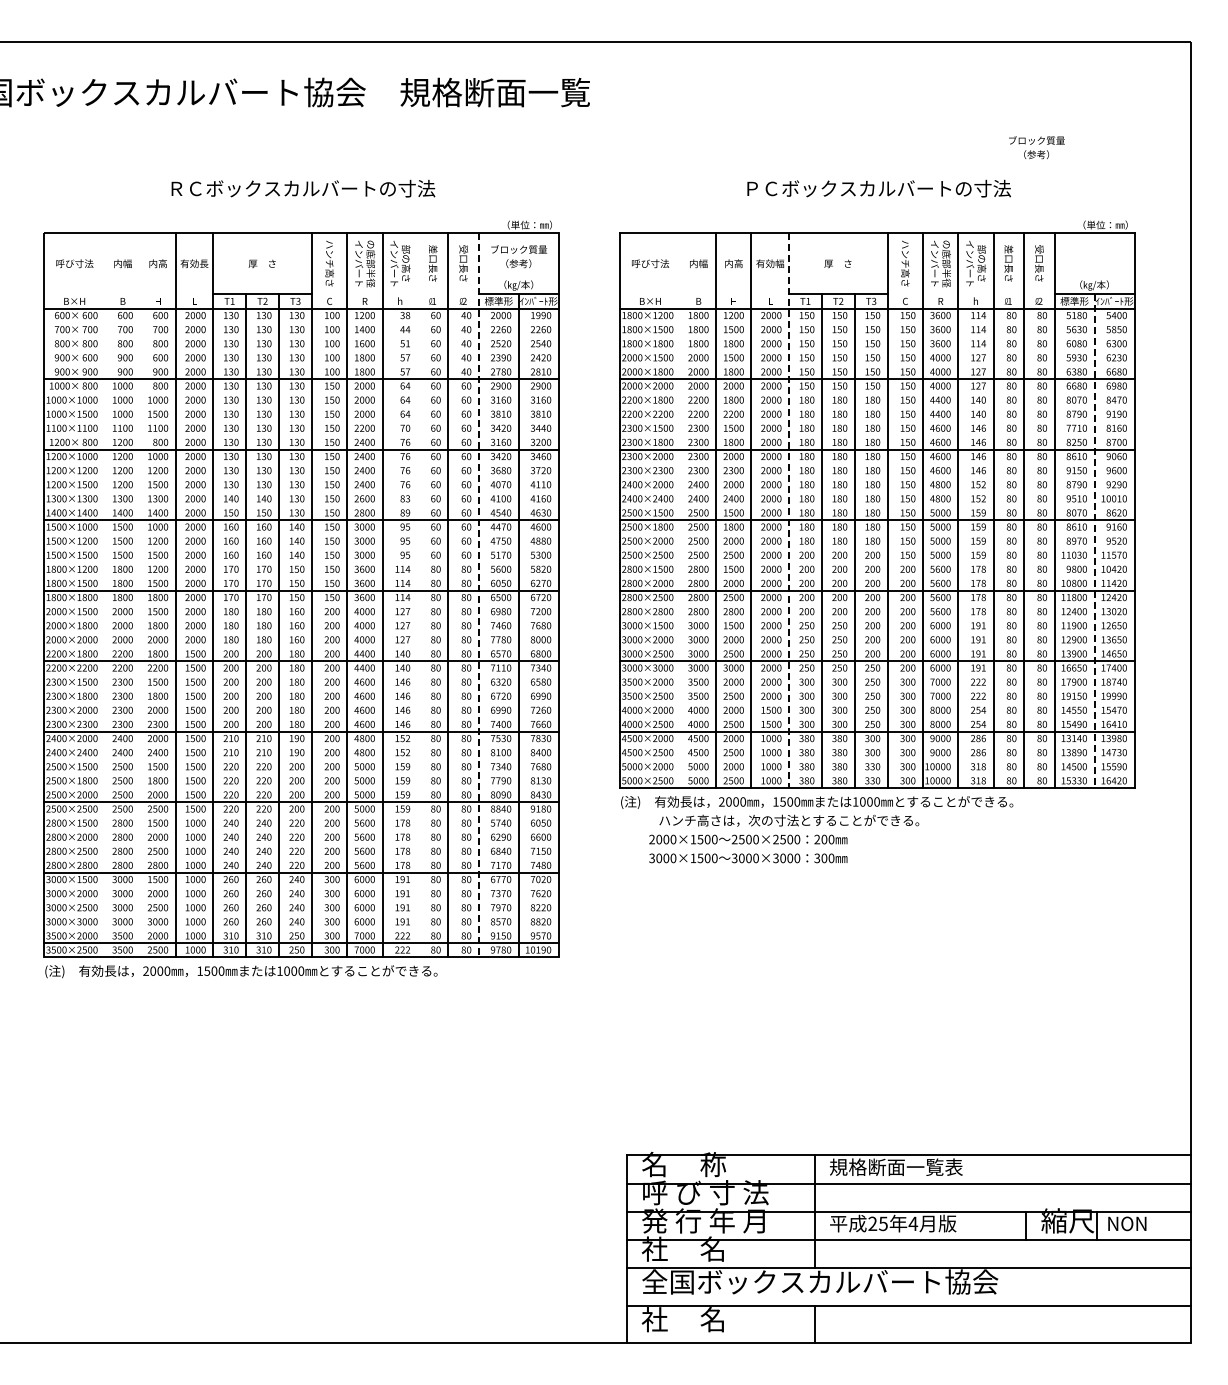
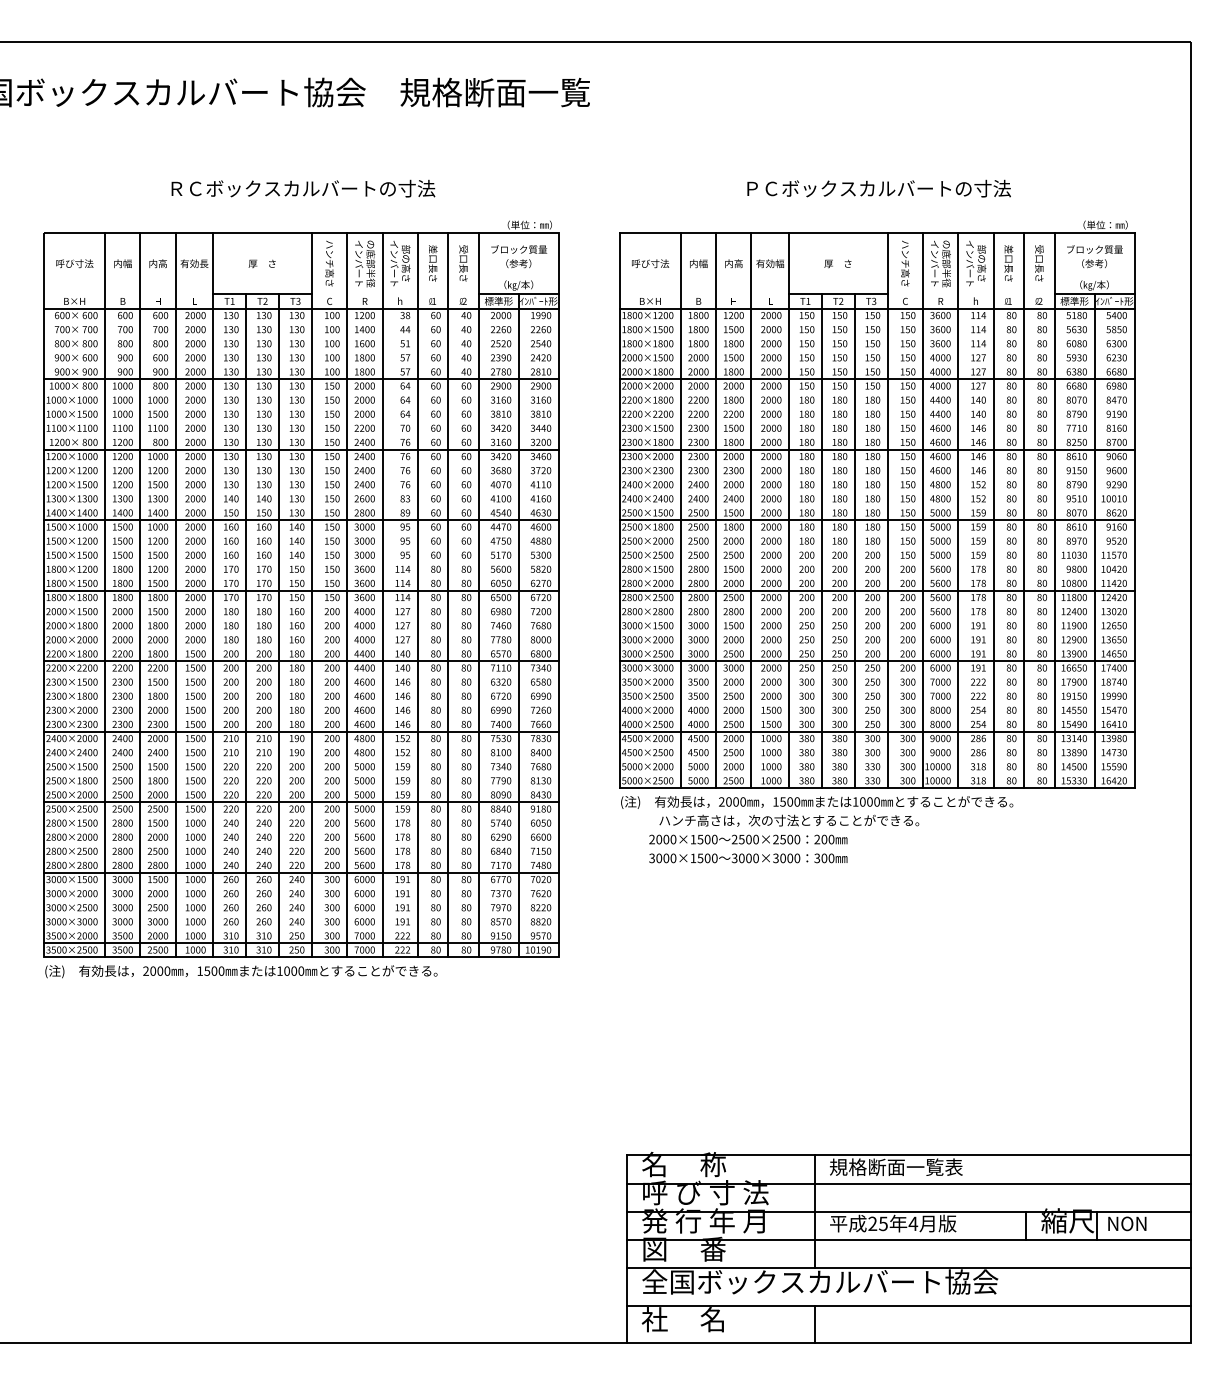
text at (1036, 147) position: (1036, 147) -> (1094, 256)
line at (680, 510): none -> present
line at (789, 511): dashed -> solid
line at (1094, 541): dashed -> solid
line at (105, 595): none -> present
line at (140, 595): none -> present
line at (417, 595): none -> present
line at (478, 595): dashed -> solid
text at (683, 1248): 社     名 -> 図     番
